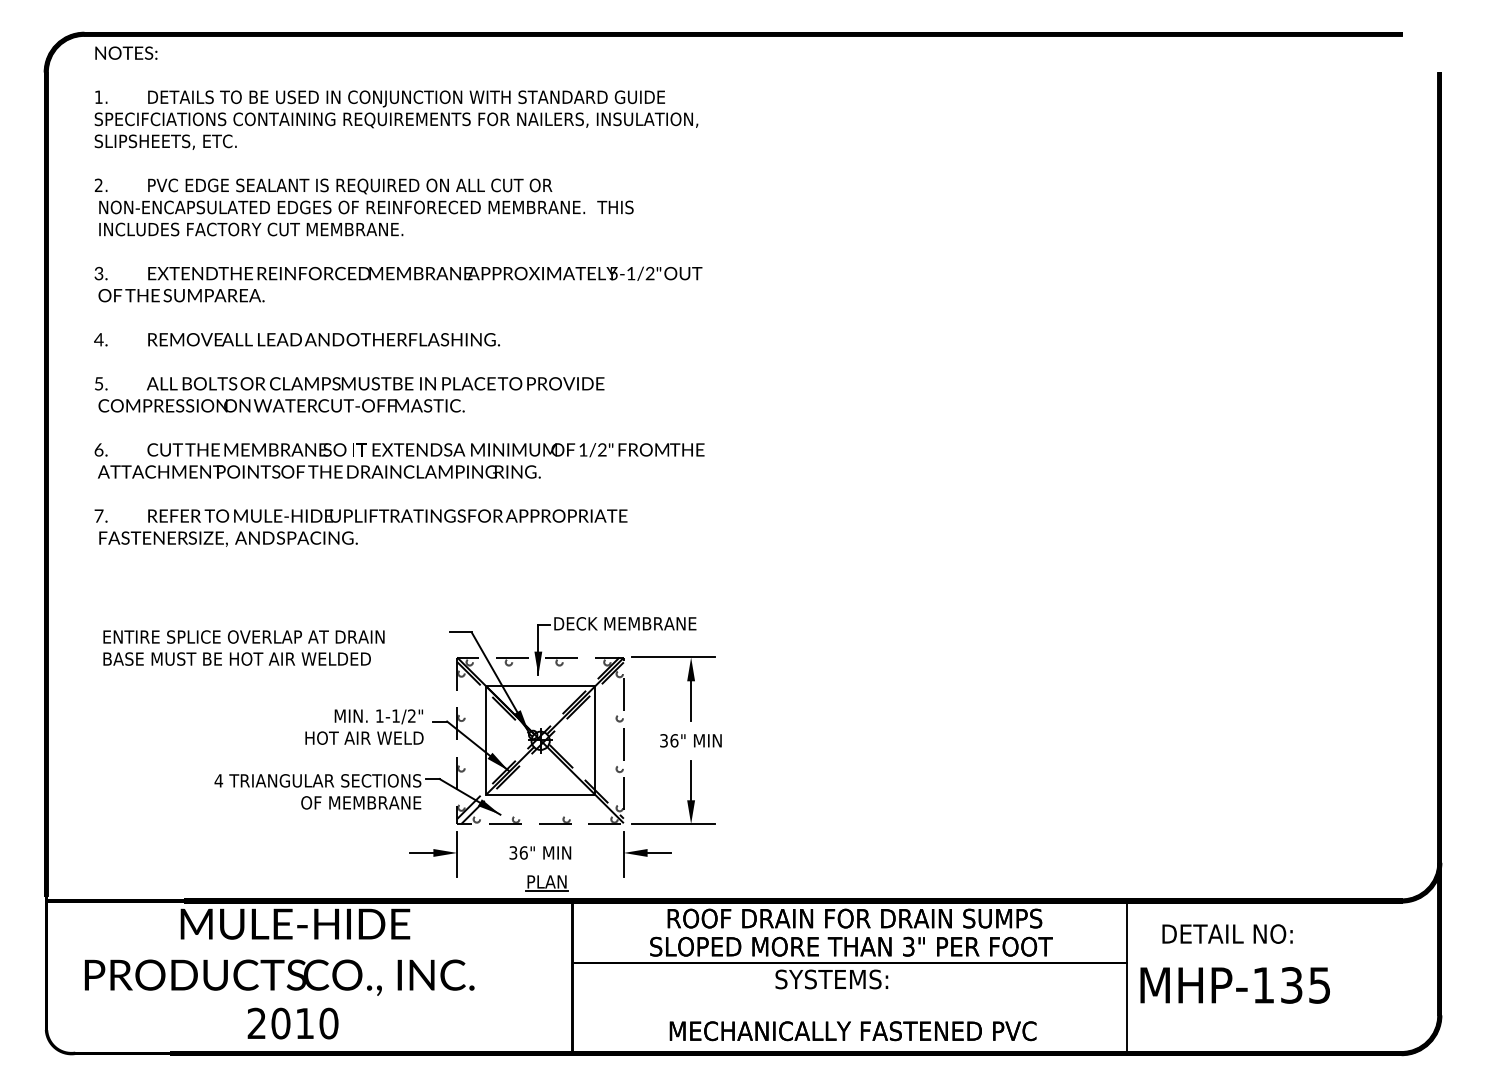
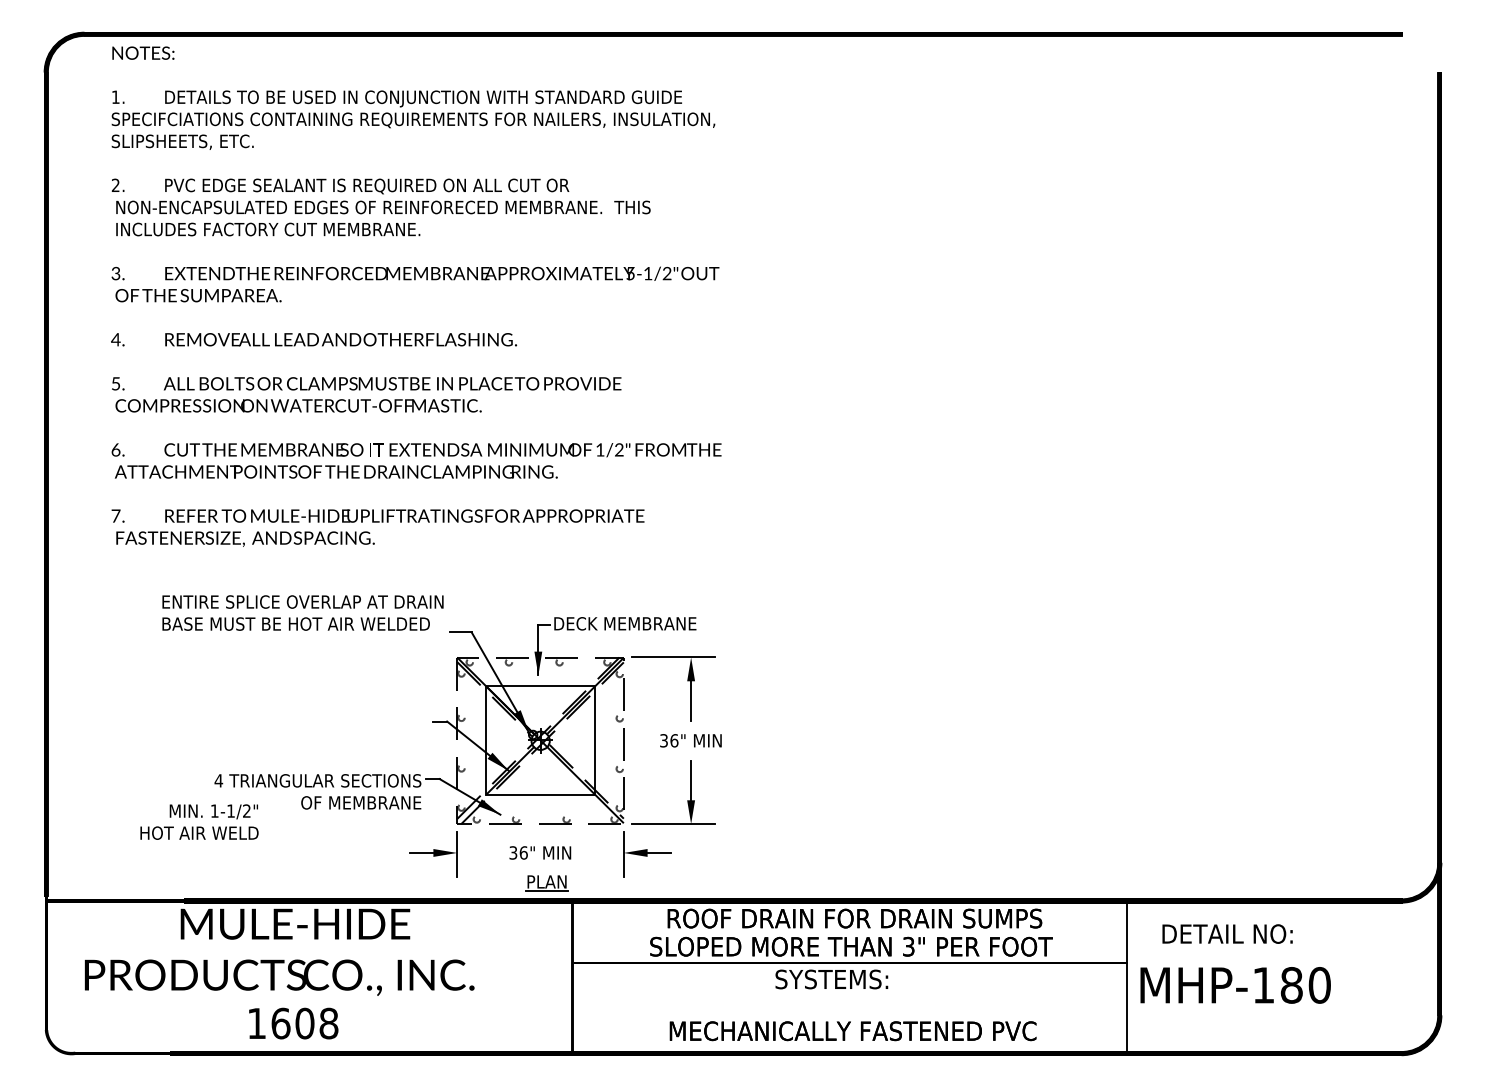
text at (399, 296) position: (399, 296) -> (416, 296)
text at (243, 647) position: (243, 647) -> (302, 612)
text at (364, 726) position: (364, 726) -> (199, 821)
text at (1305, 985): MHP-135 -> MHP-180
text at (292, 1023): 2010 -> 1608
